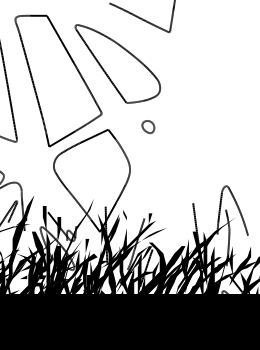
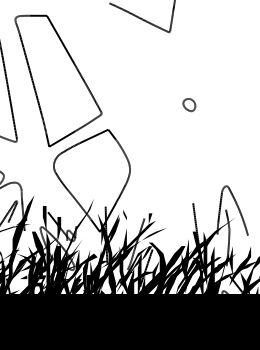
part at (117, 63): present -> none
part at (148, 127) position: (148, 127) -> (189, 105)
fill at (80, 265): present -> none
